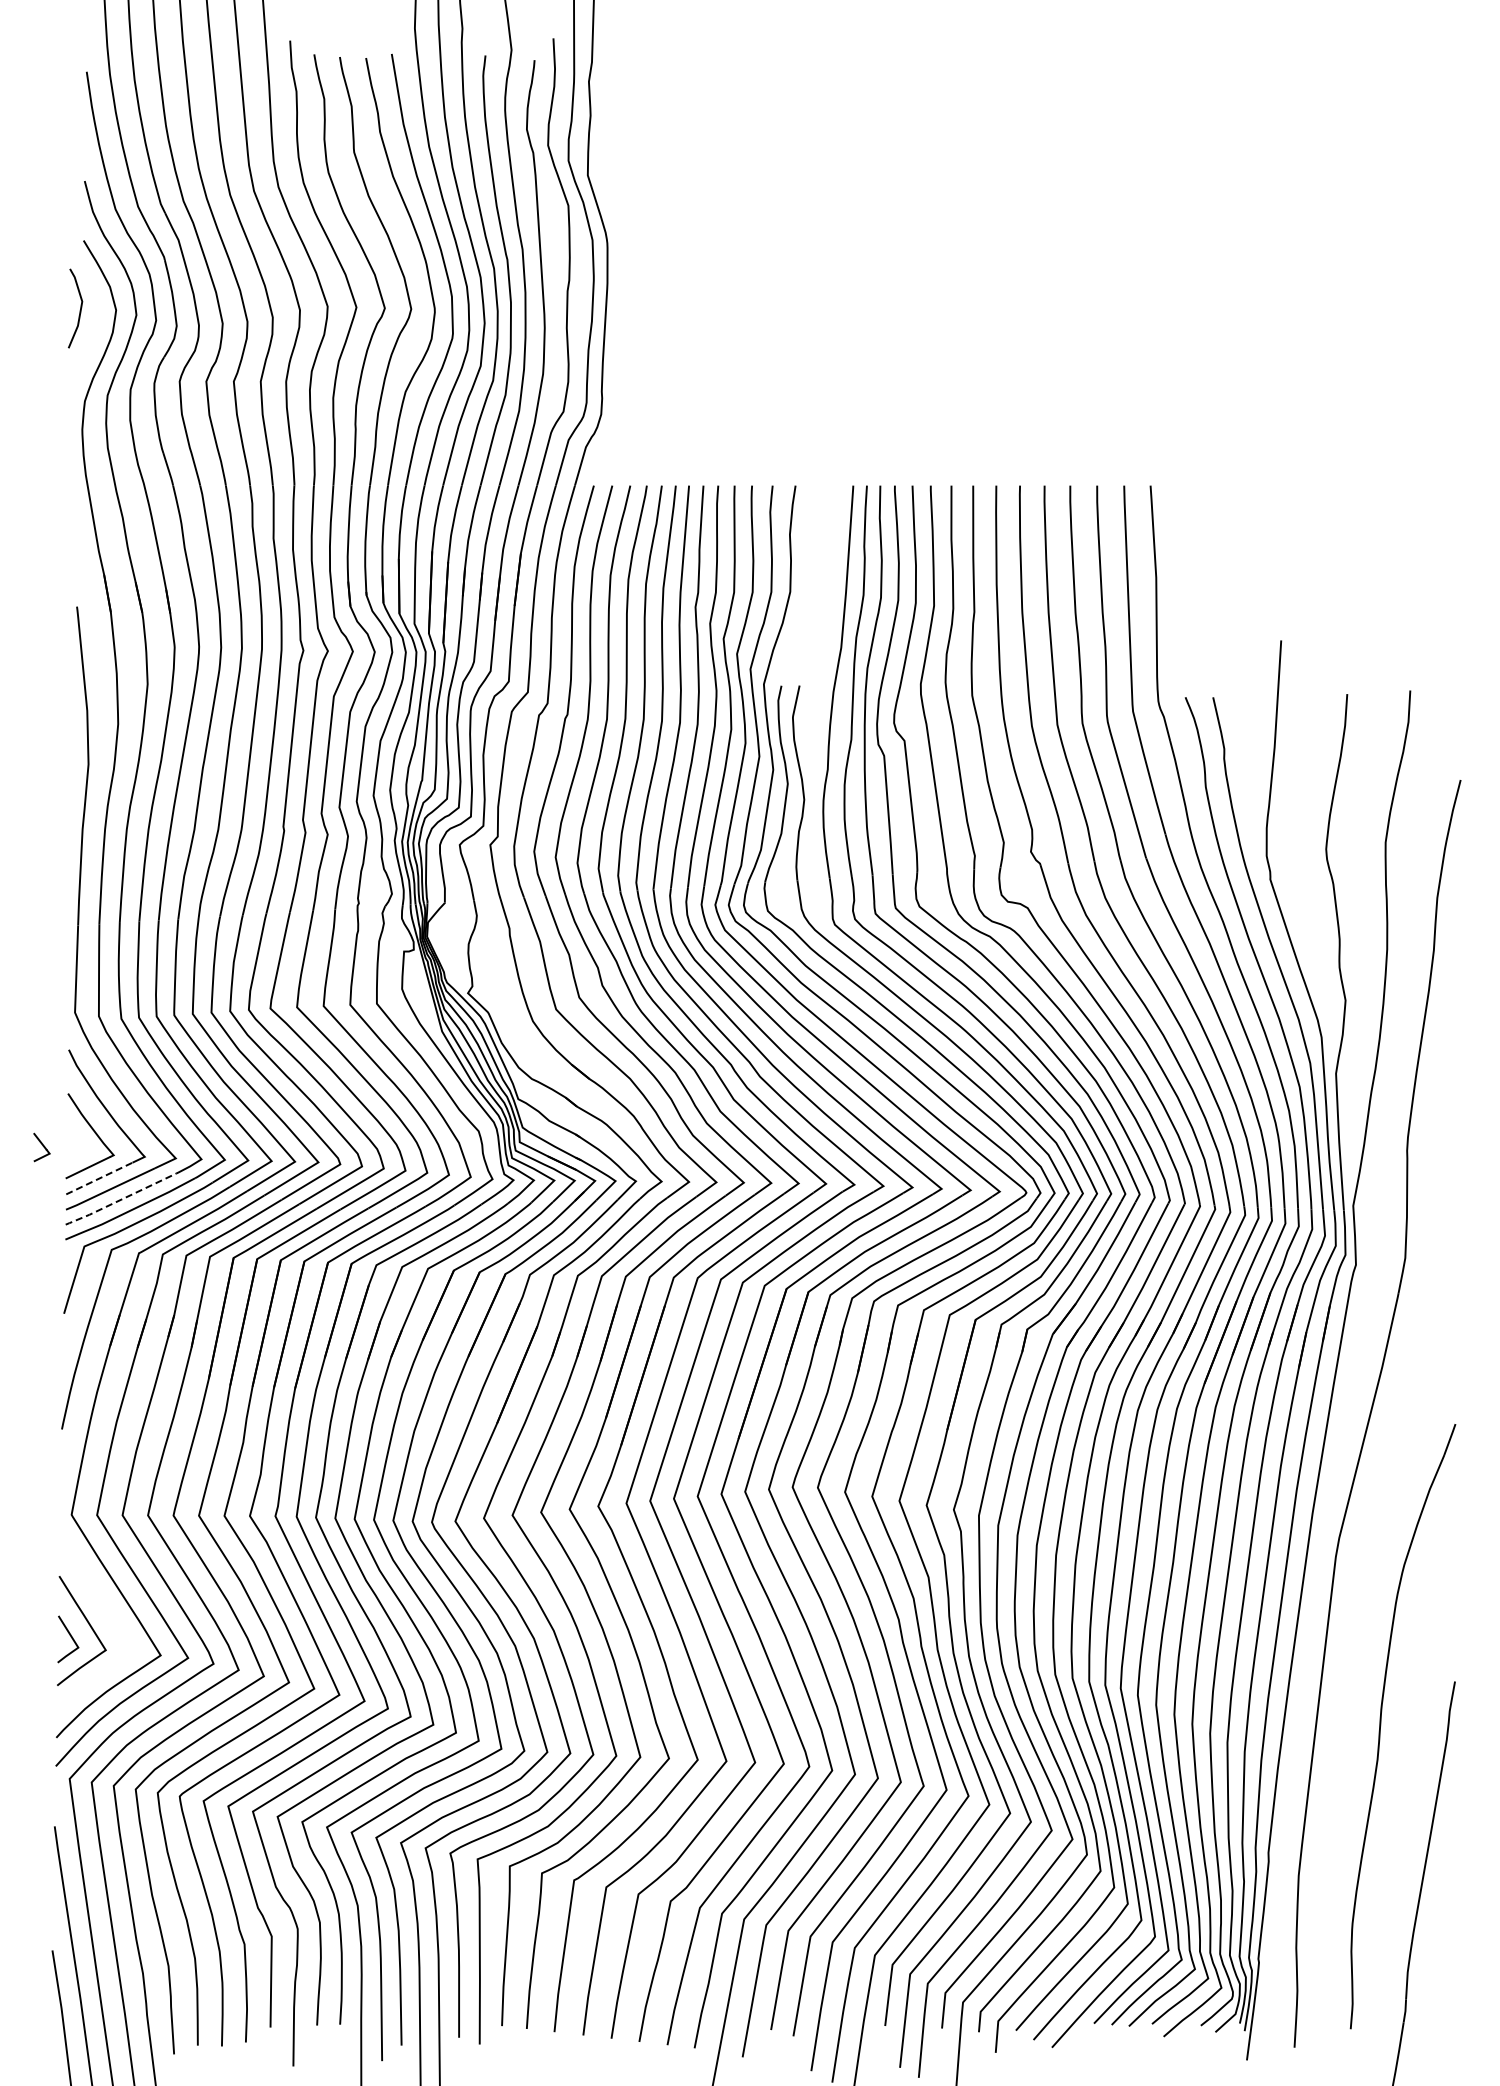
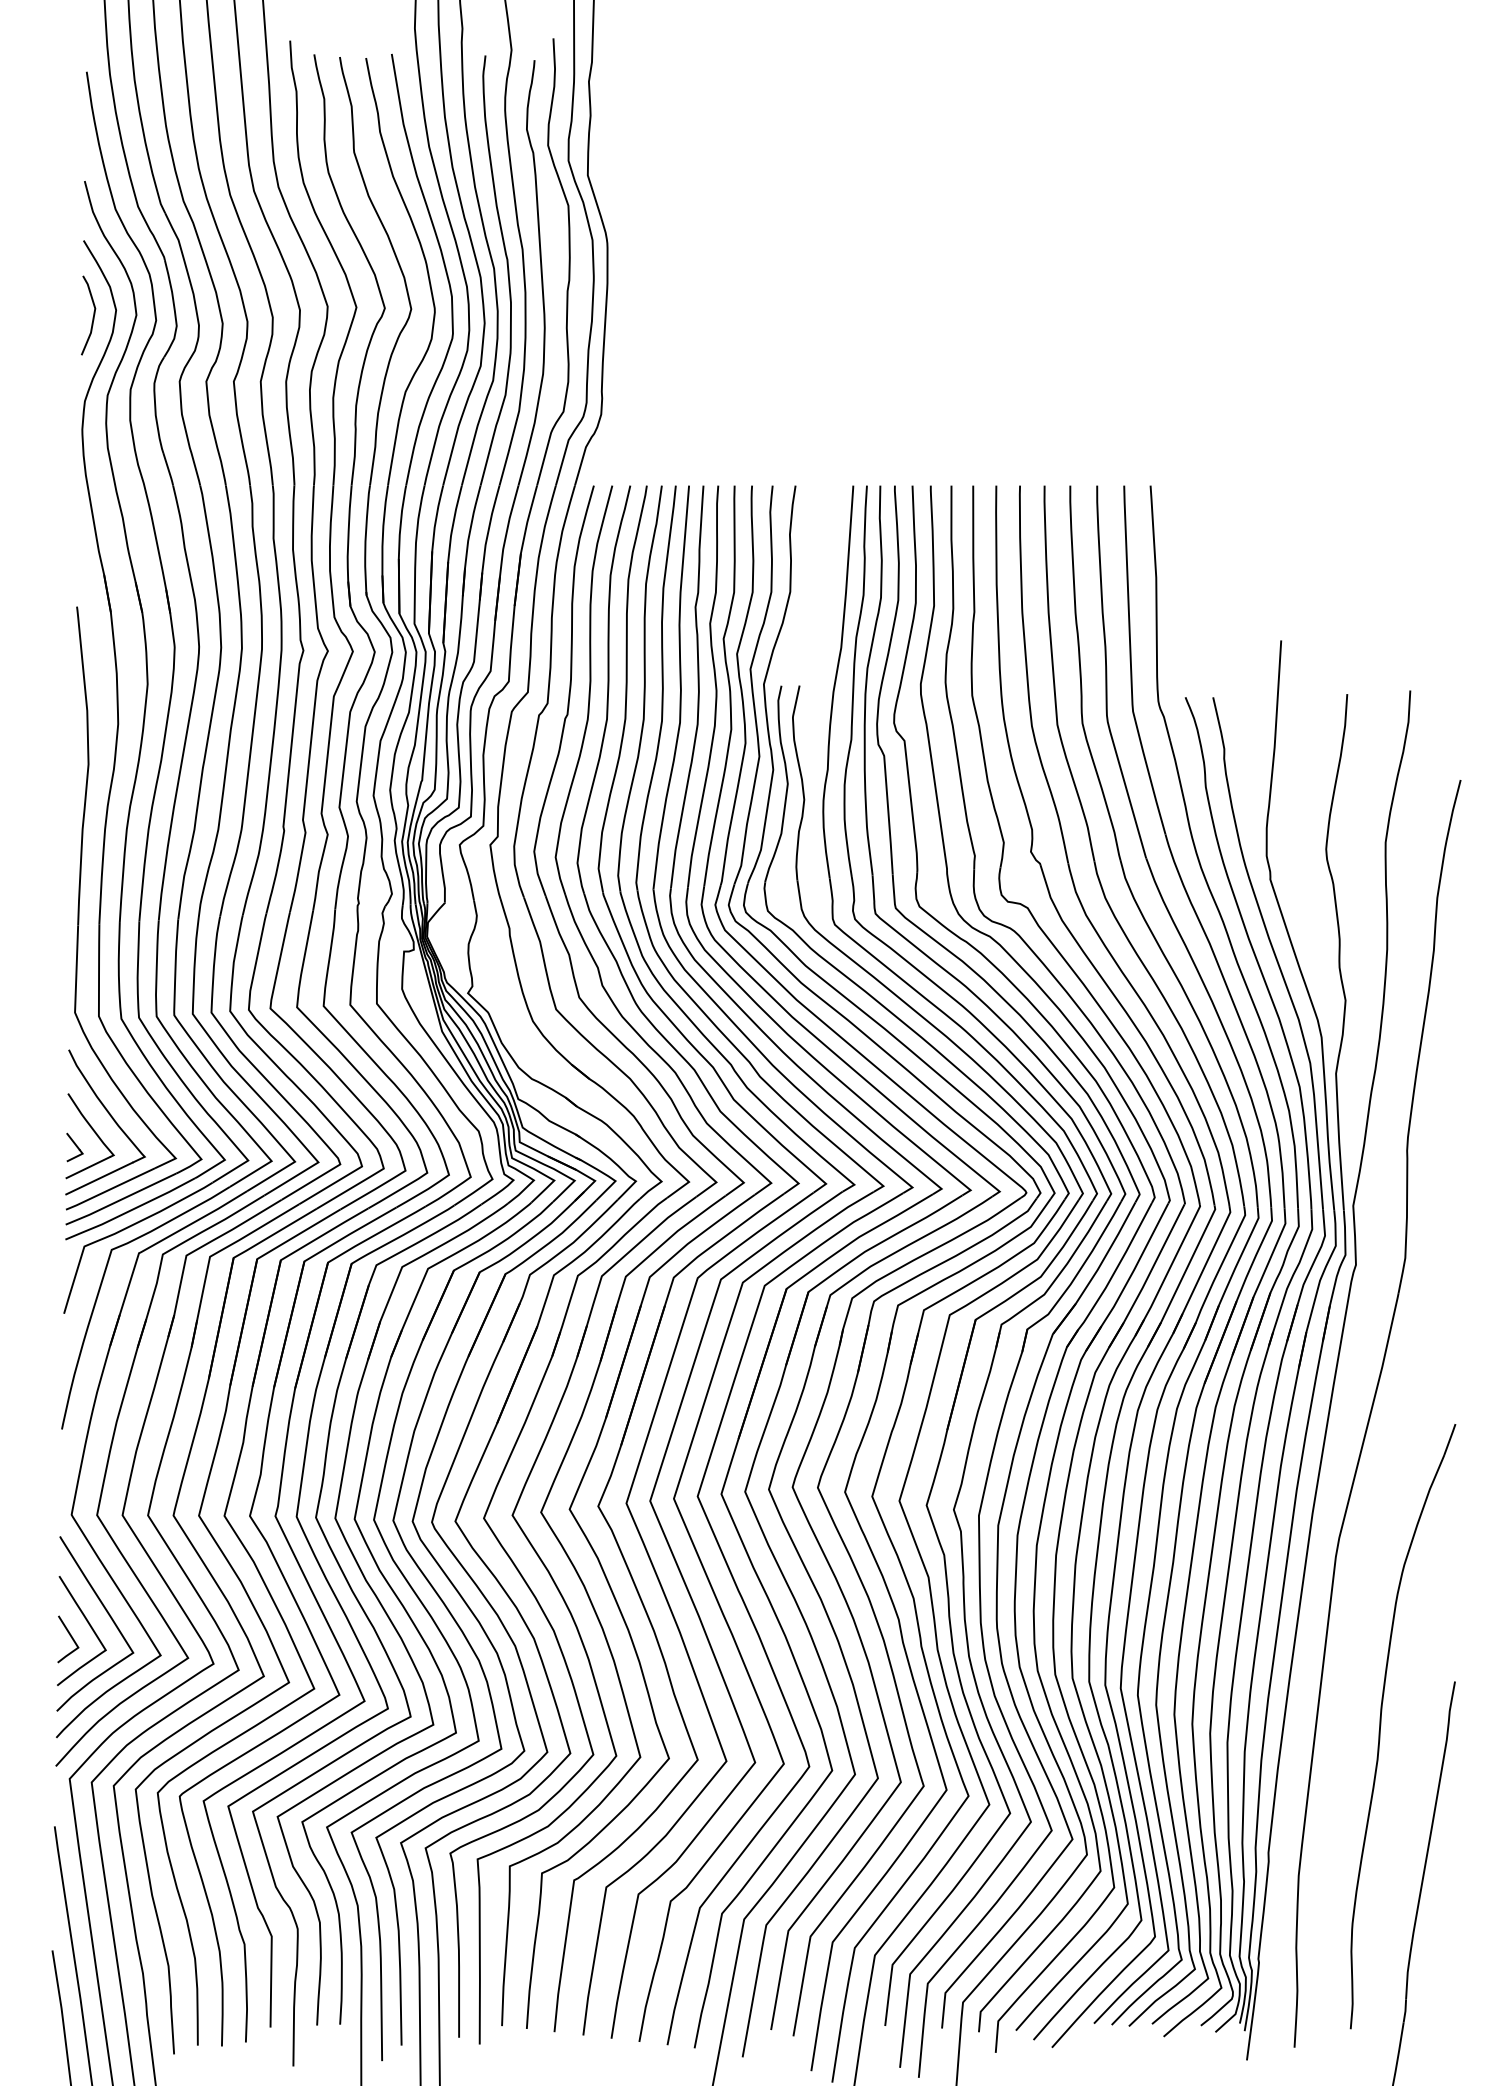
curve at (79, 310) position: (79, 310) -> (92, 317)
part at (41, 1147) position: (41, 1147) -> (74, 1147)
line at (99, 1178): dashed -> solid
line at (119, 1200): dashed -> solid
curve at (108, 1615): none -> present
